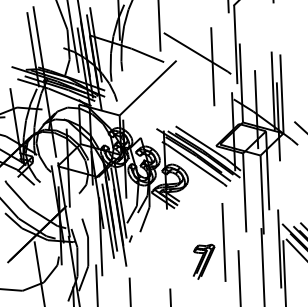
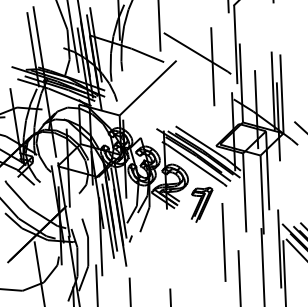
part at (203, 261) position: (203, 261) -> (201, 204)
